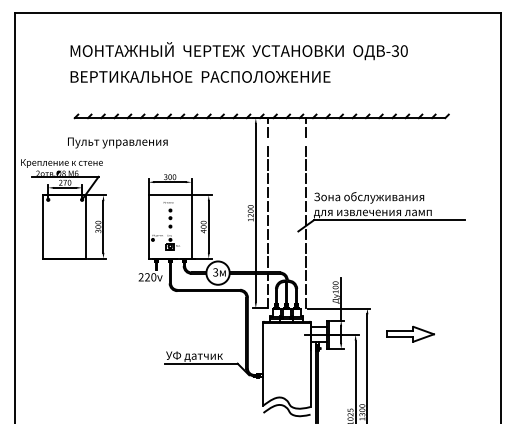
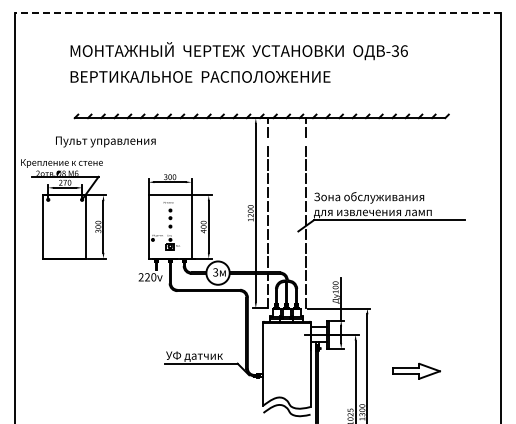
line at (258, 12): solid -> dashed
text at (403, 50): -30 -> -36
text at (117, 142) position: (117, 142) -> (105, 141)
part at (410, 333) position: (410, 333) -> (416, 370)
